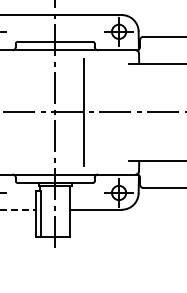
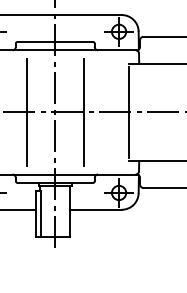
line at (26, 112): none -> present
line at (128, 112): none -> present
line at (18, 209): dashed -> solid
